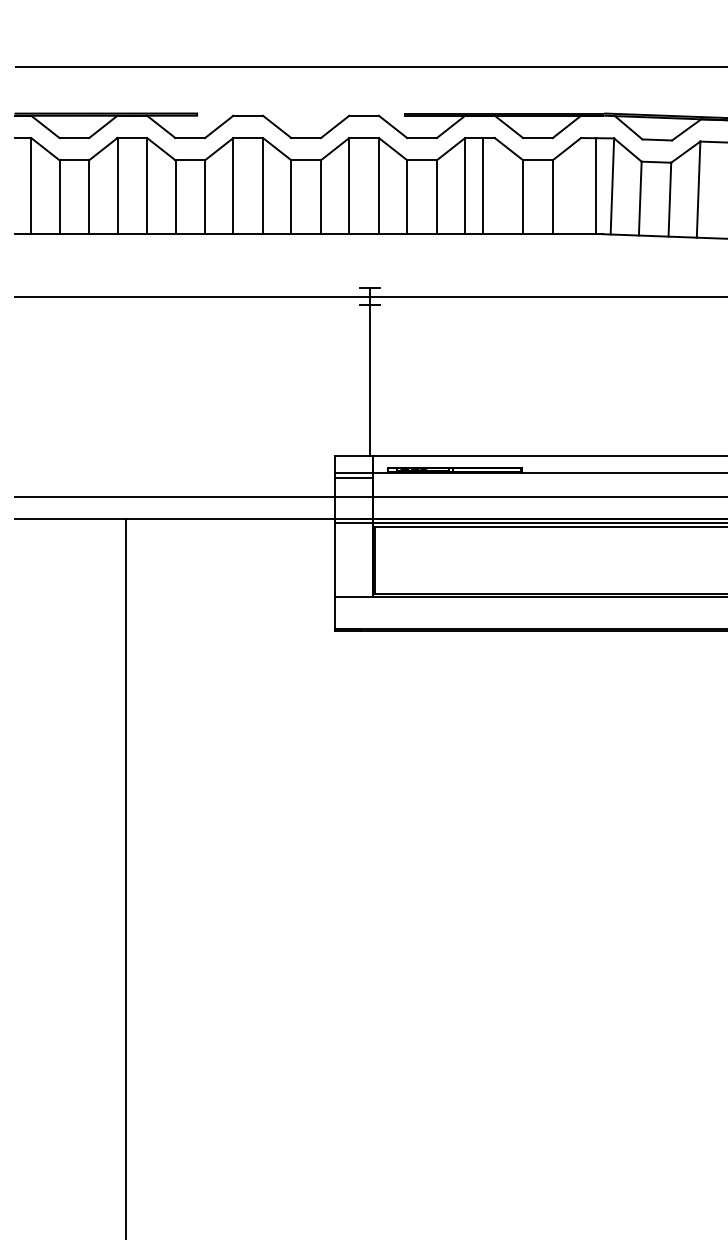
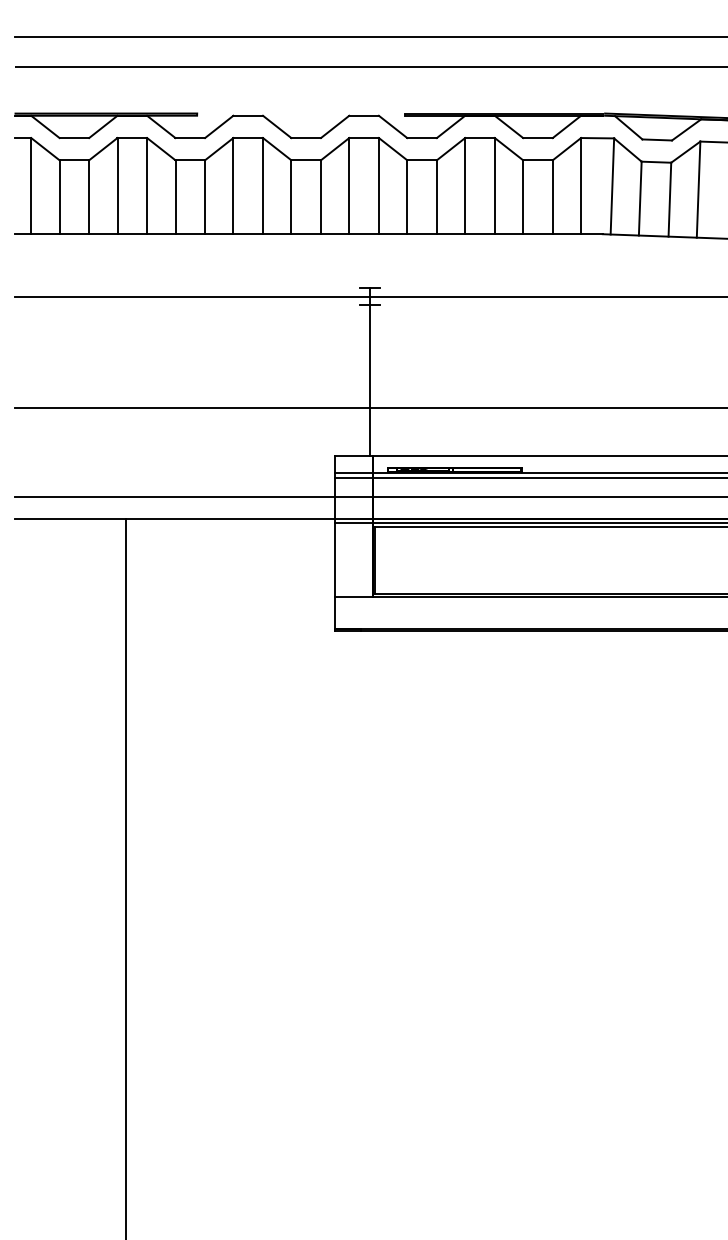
line at (369, 37): none -> present
line at (482, 186) position: (482, 186) -> (494, 186)
line at (596, 186) position: (596, 186) -> (581, 186)
line at (369, 407): none -> present
line at (548, 477): none -> present
